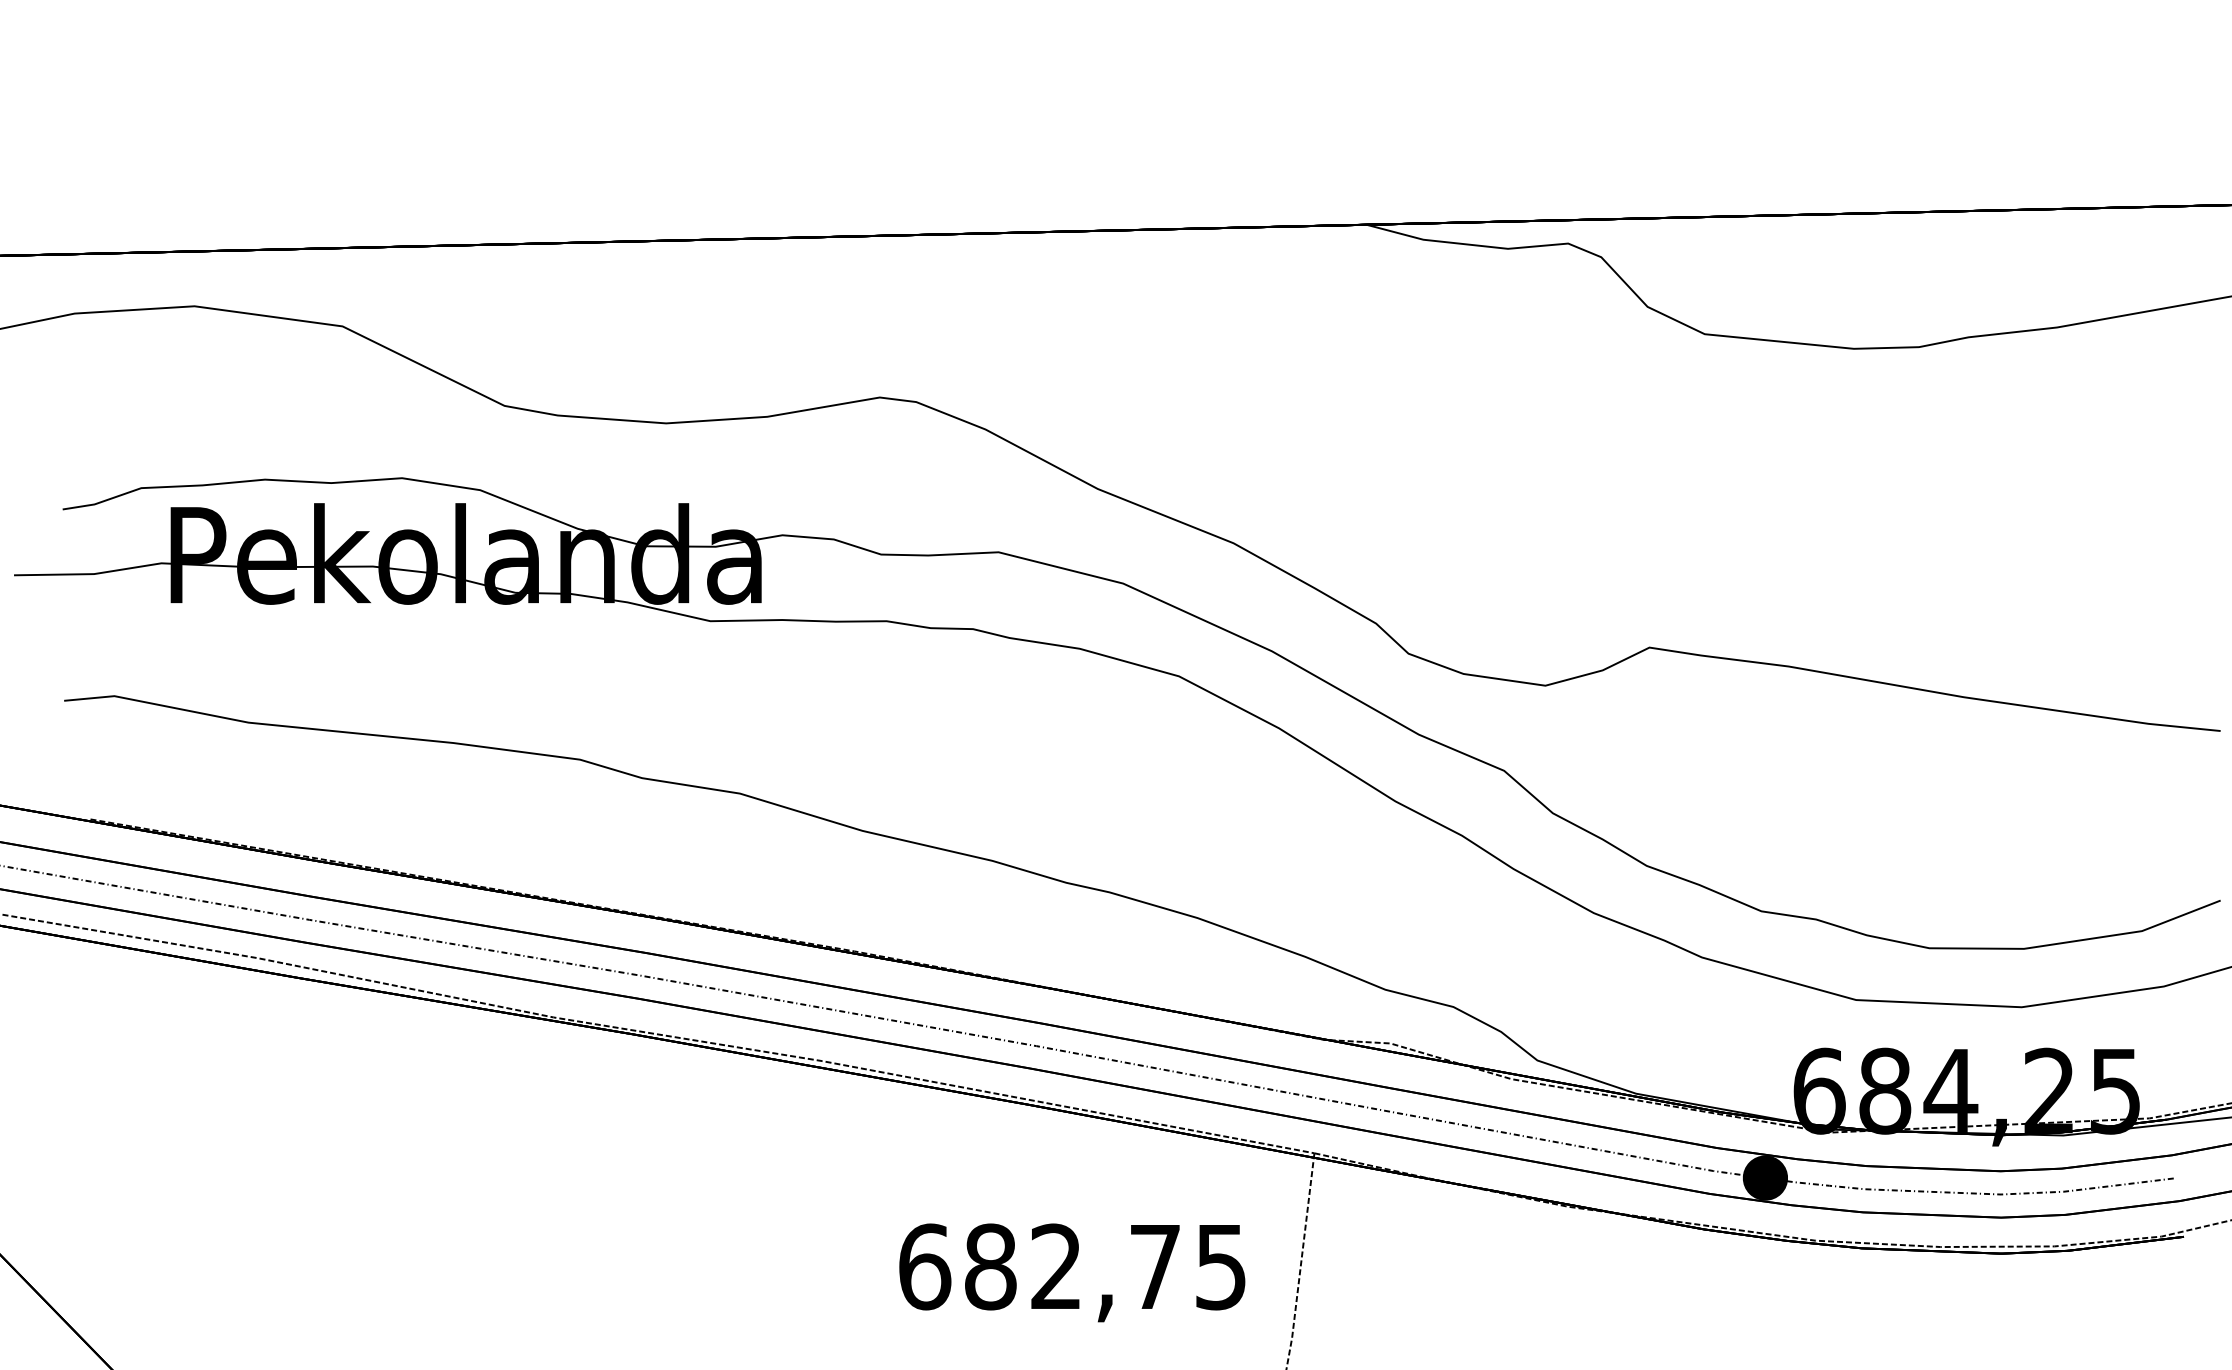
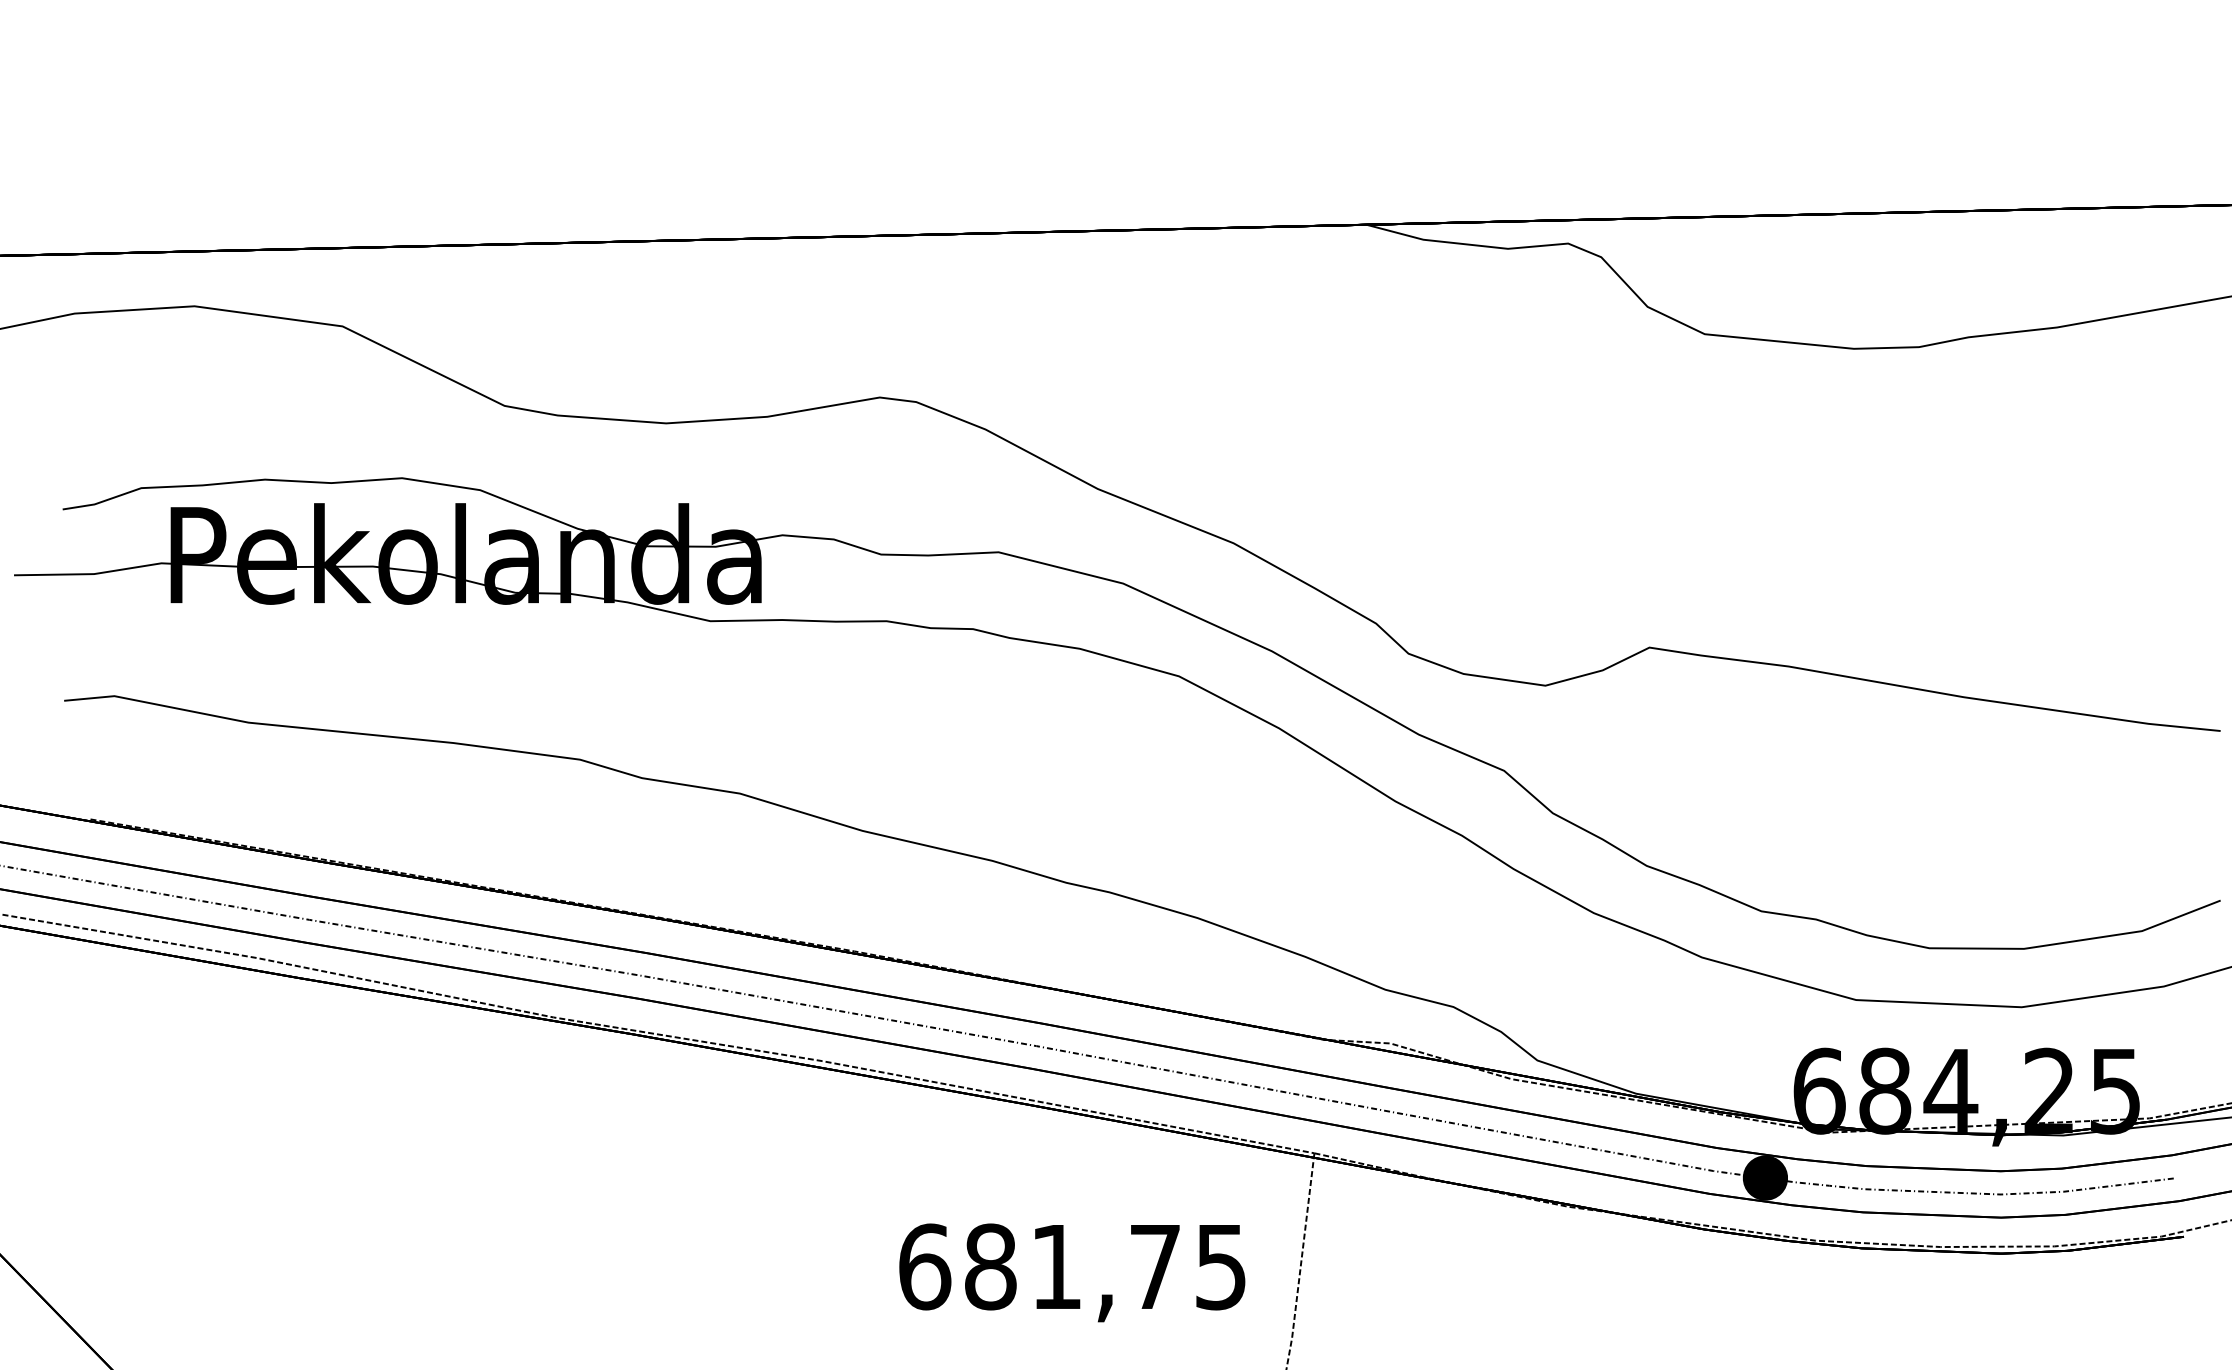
text at (1055, 1265): 682,75 -> 681,75
